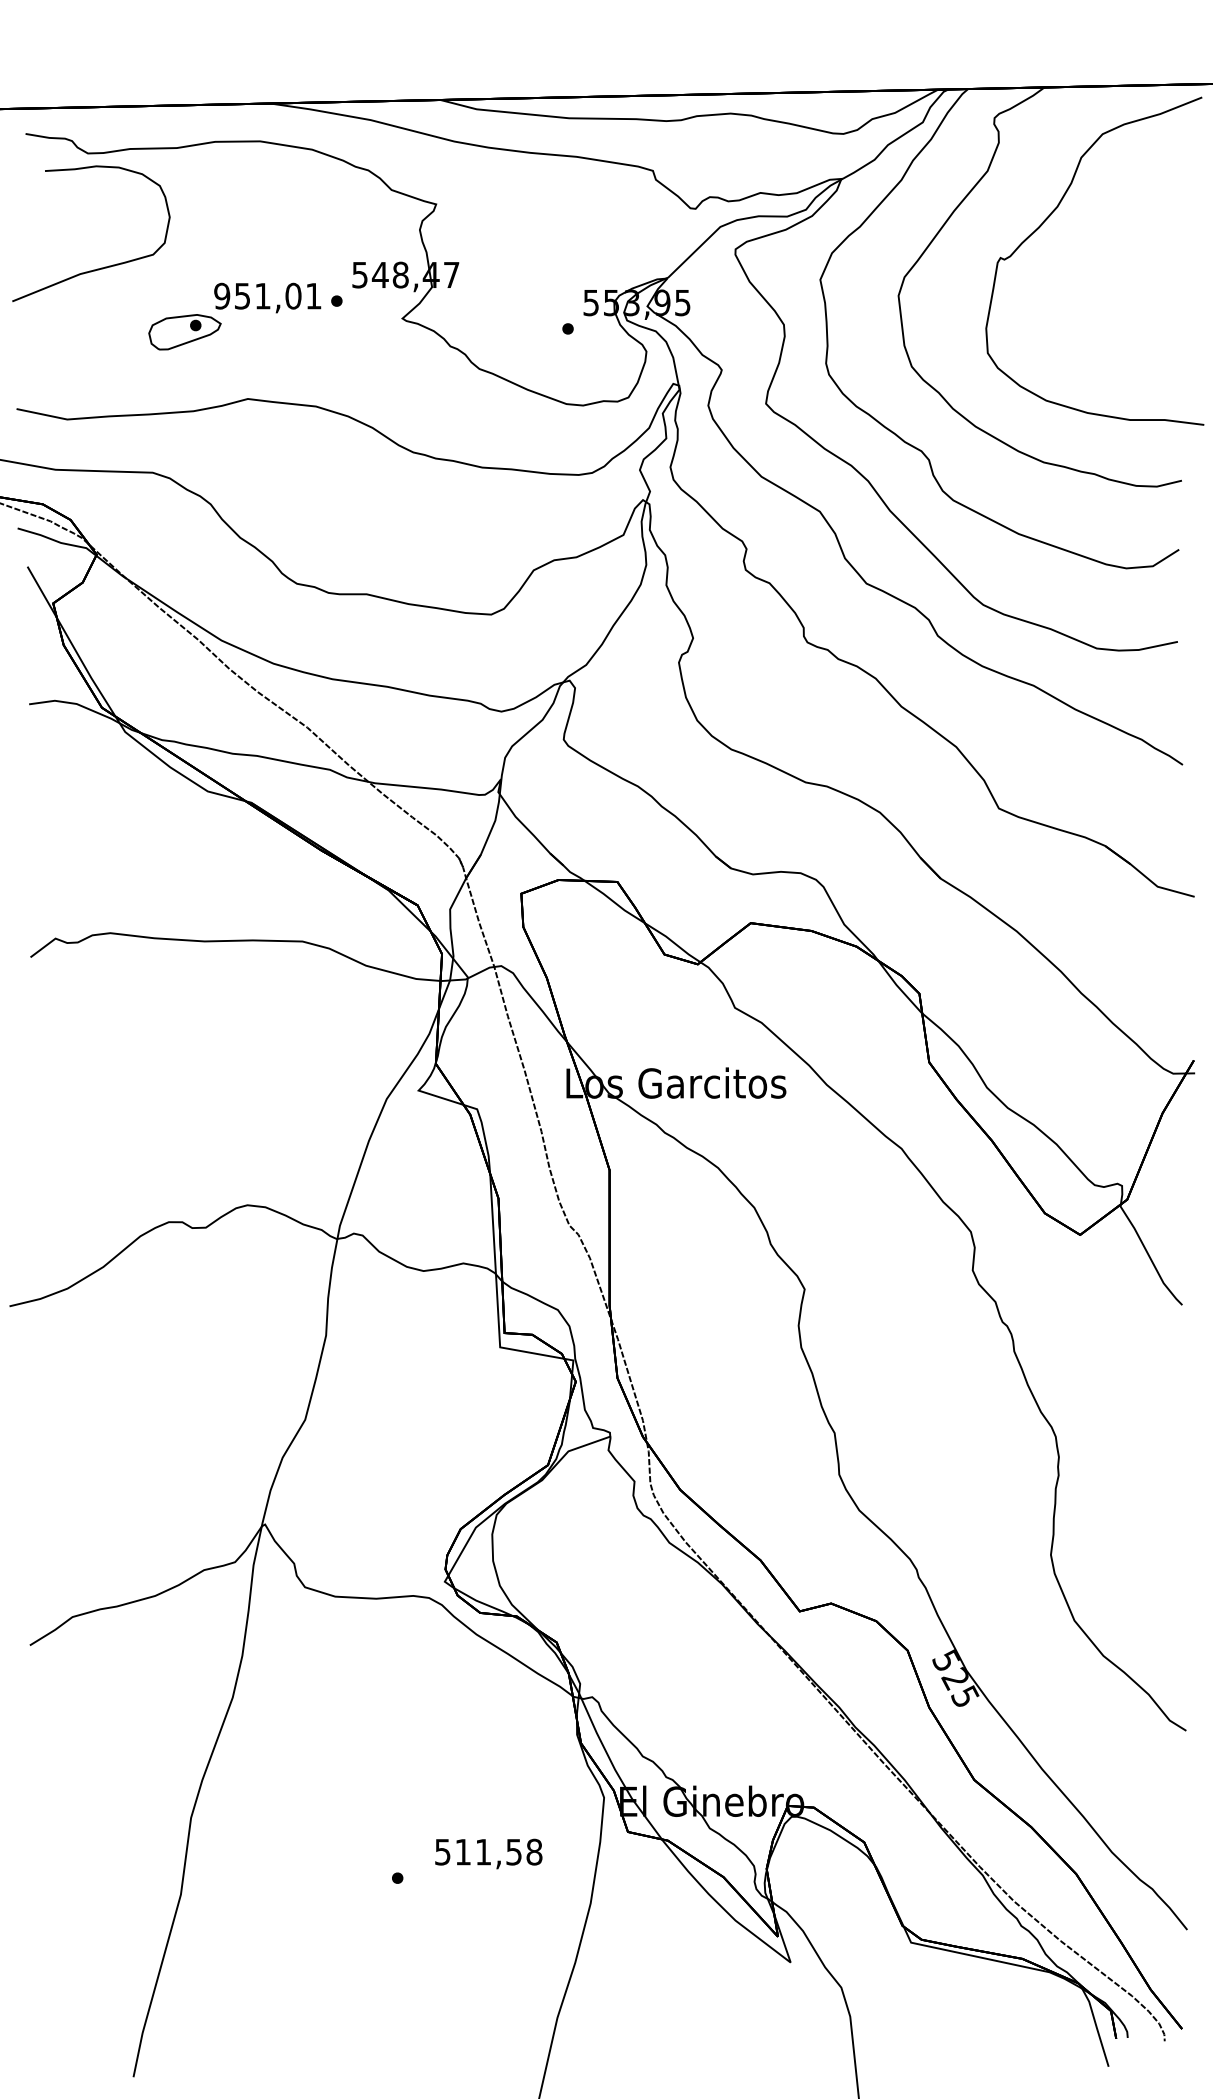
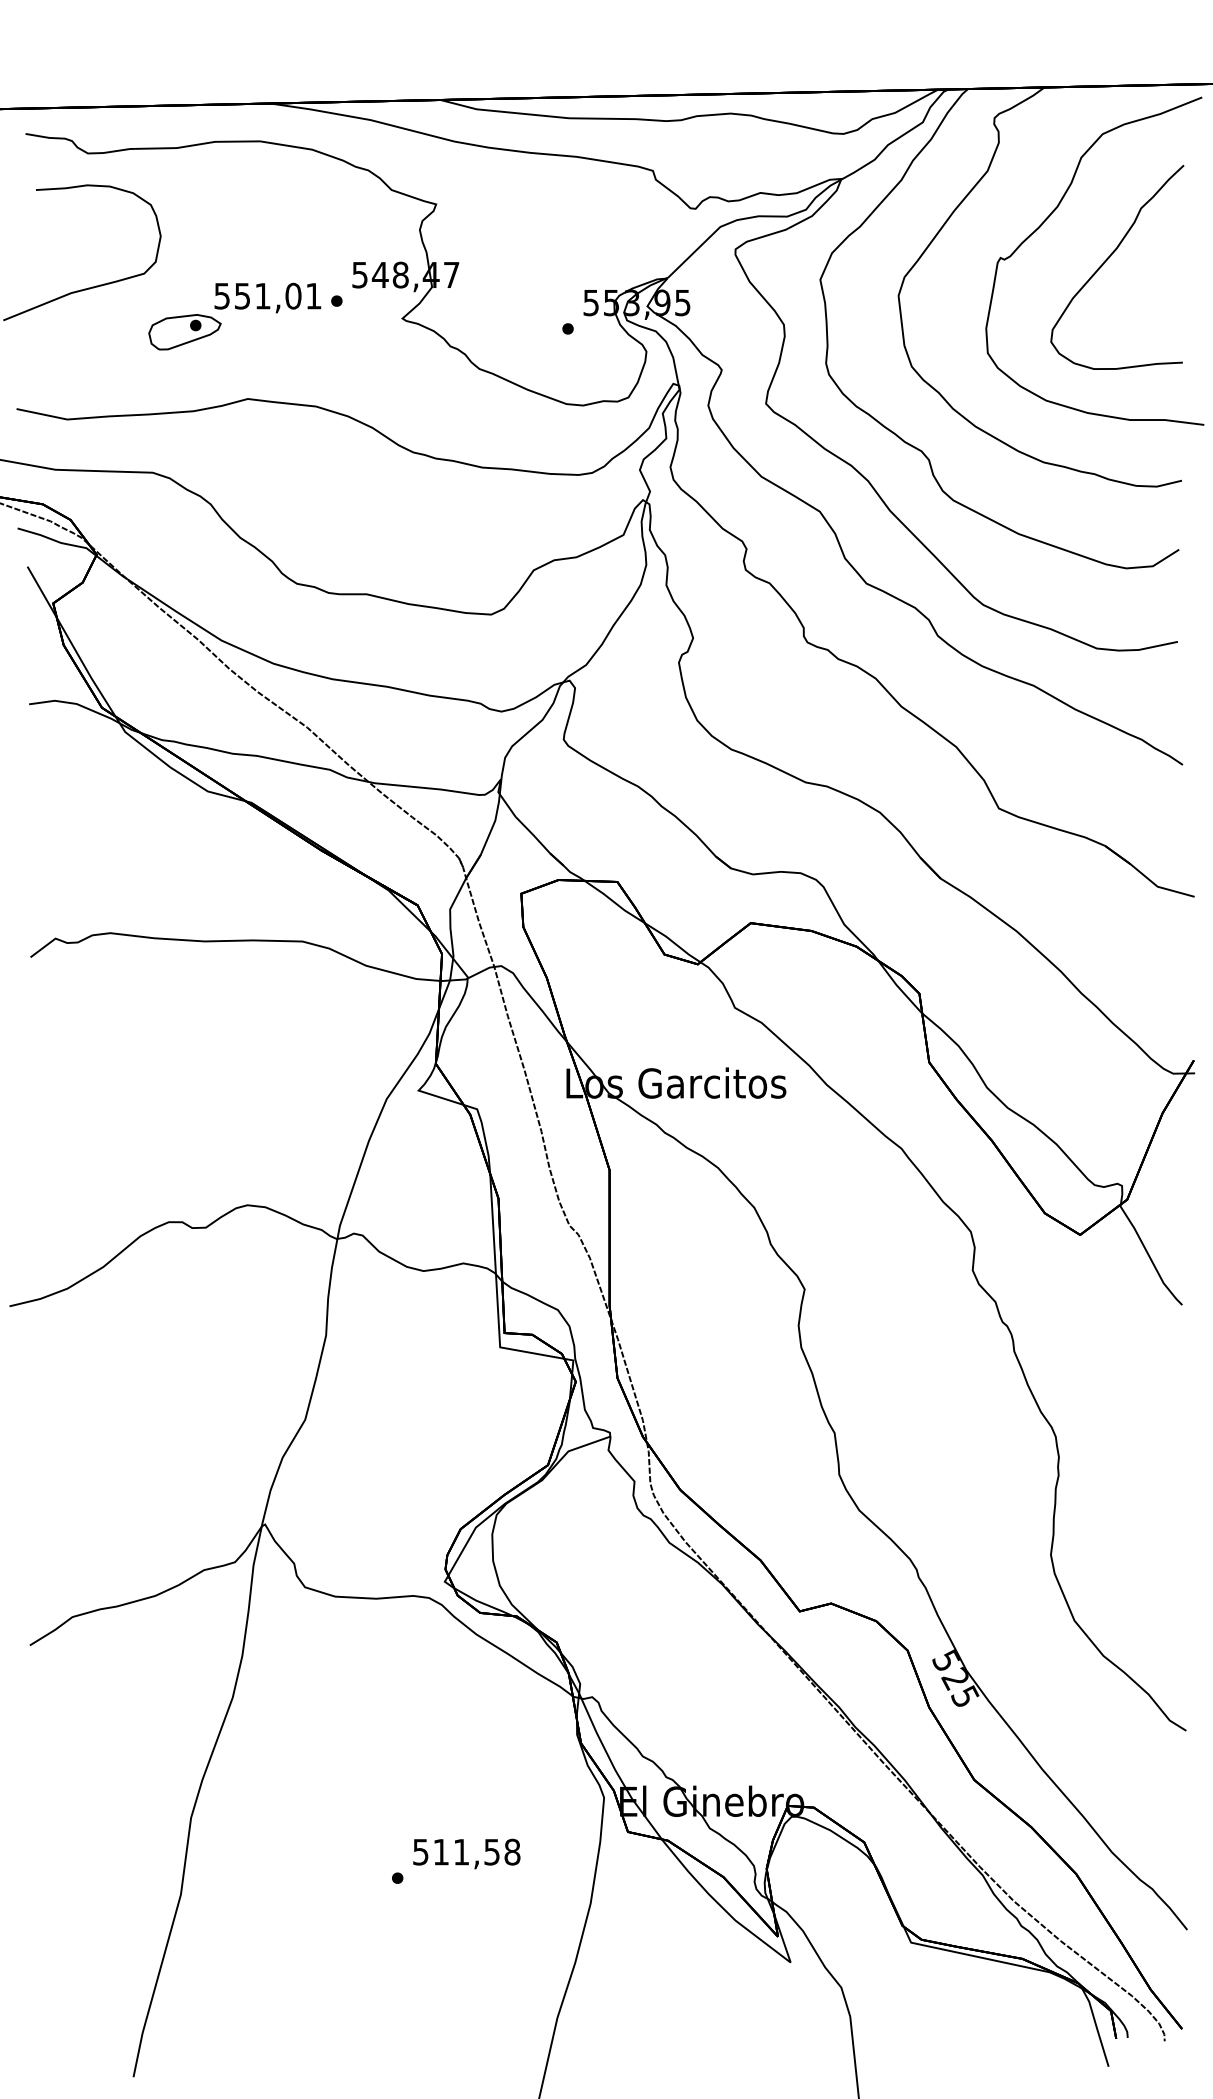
curve at (1109, 258): none -> present
curve at (101, 267) position: (101, 267) -> (92, 286)
text at (222, 295): 951,01 -> 551,01
text at (488, 1853) position: (488, 1853) -> (466, 1853)
